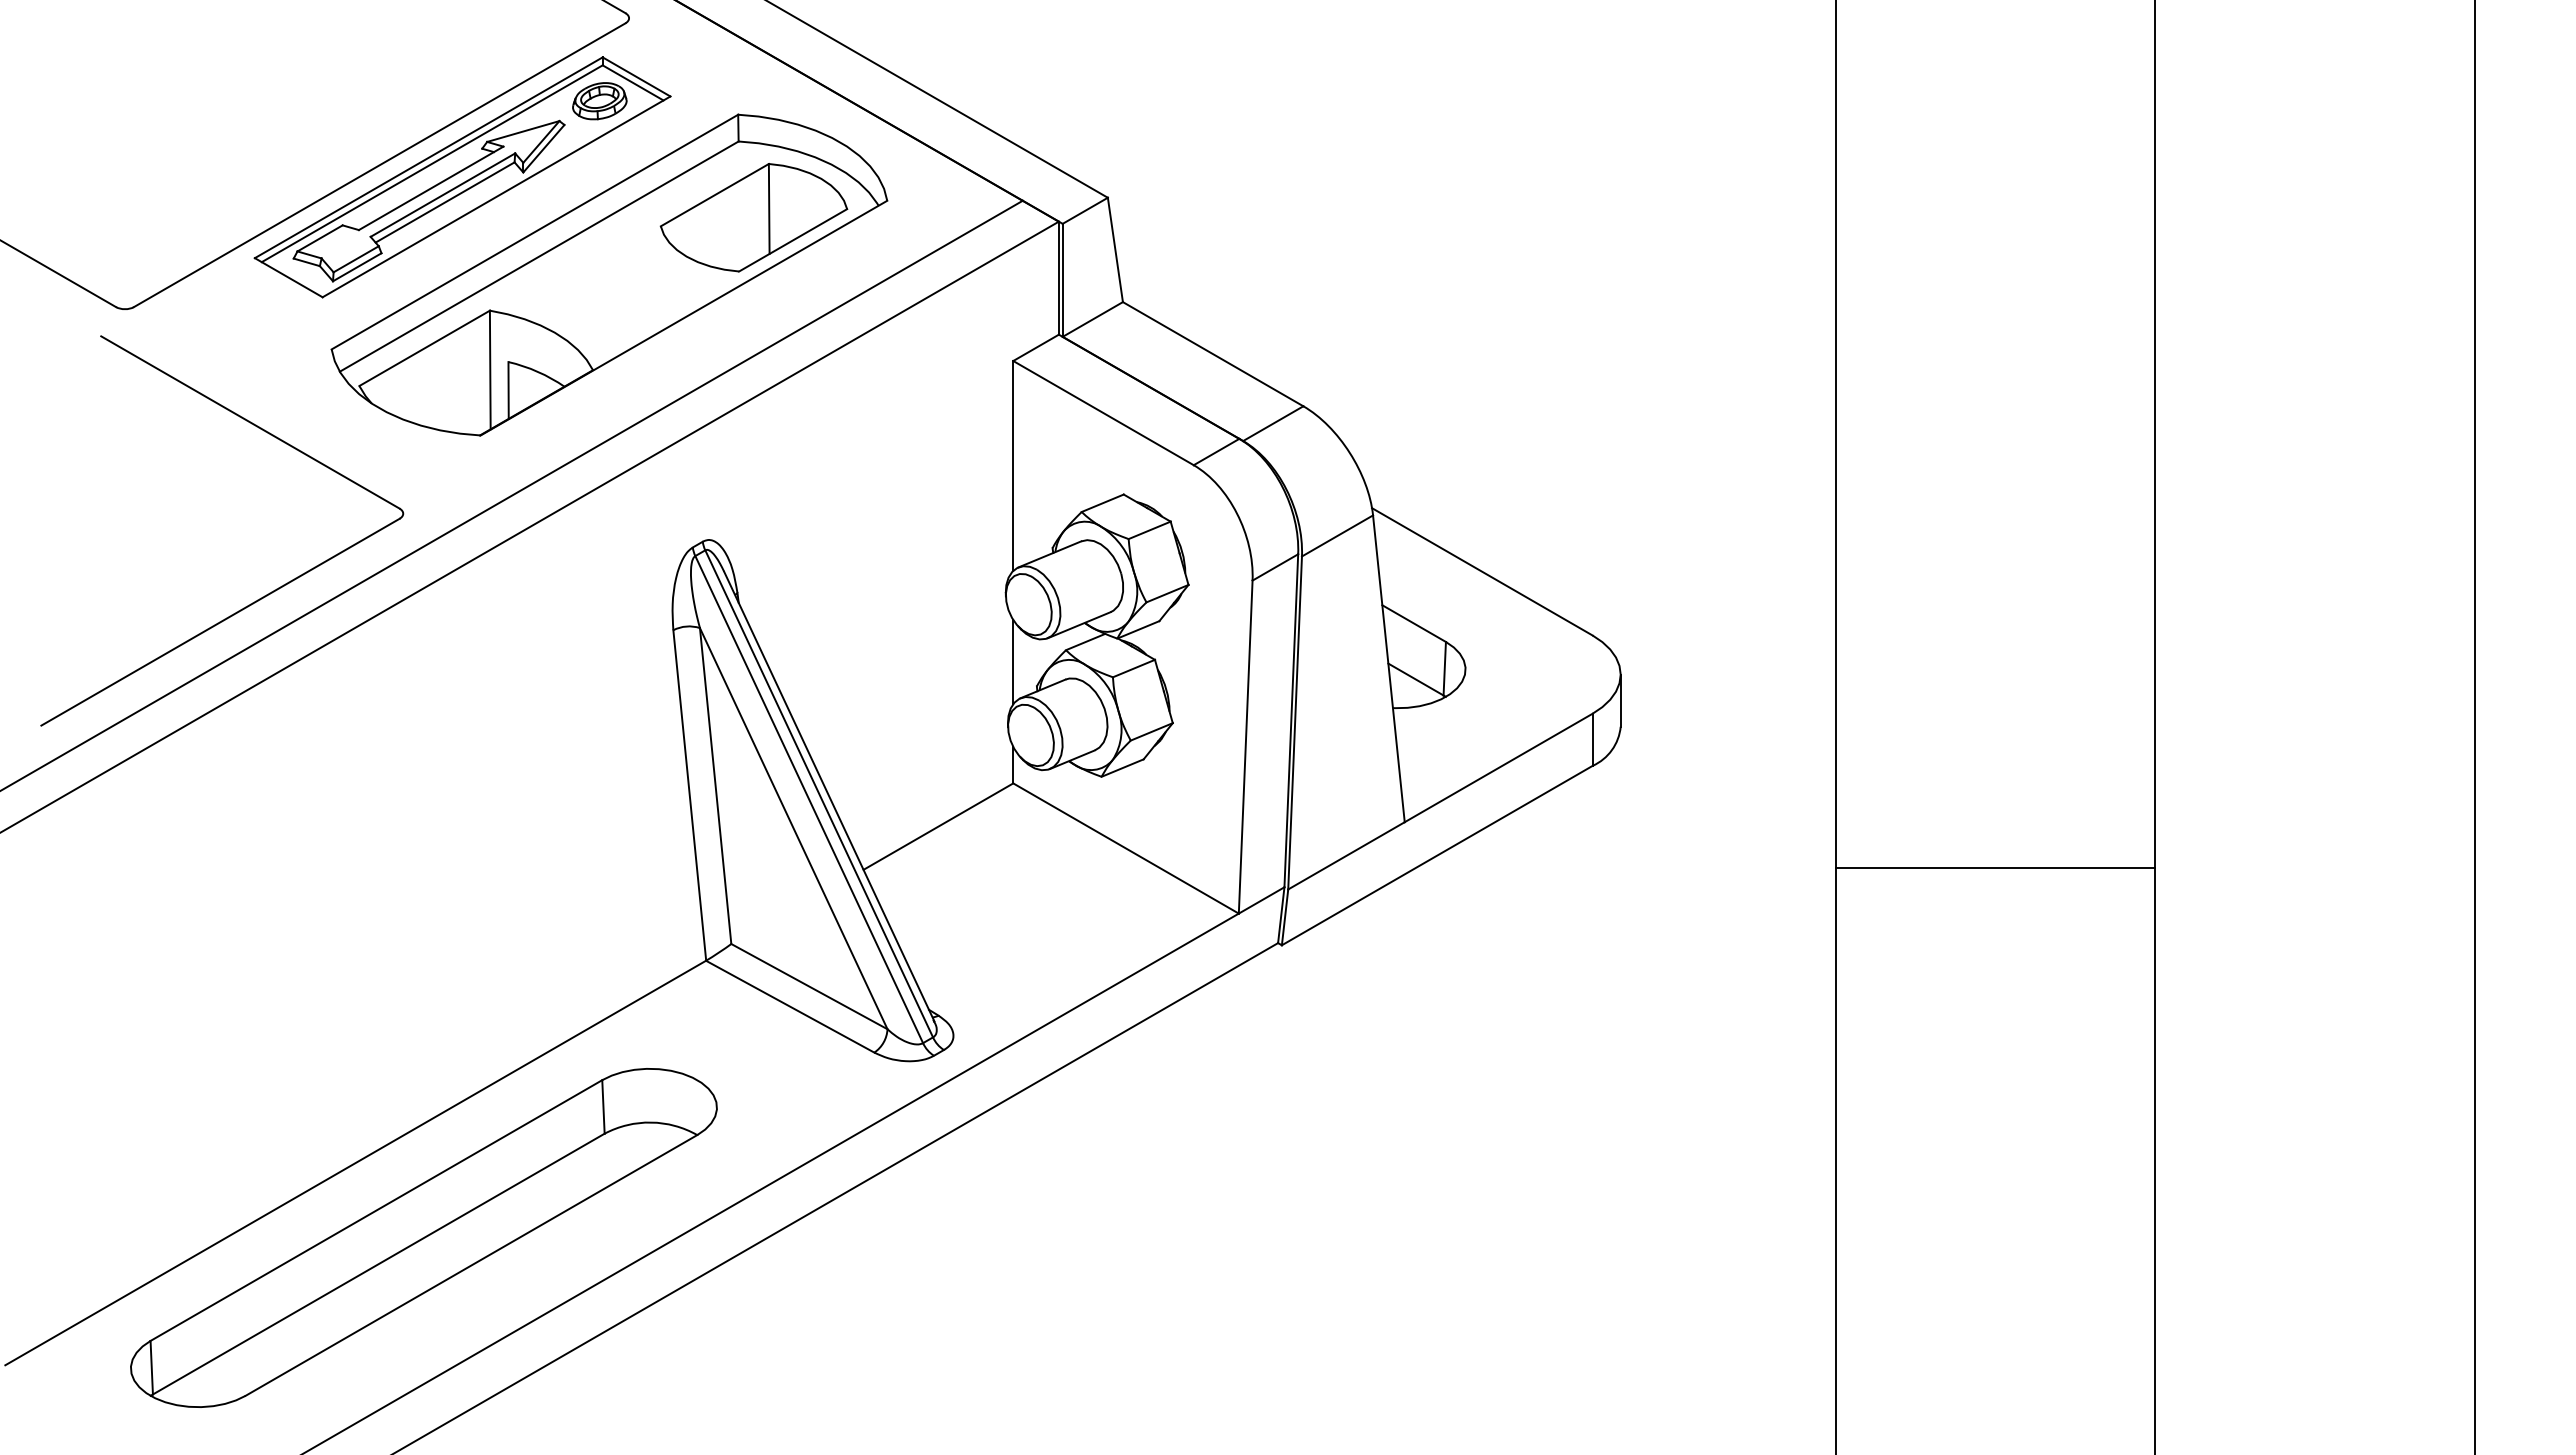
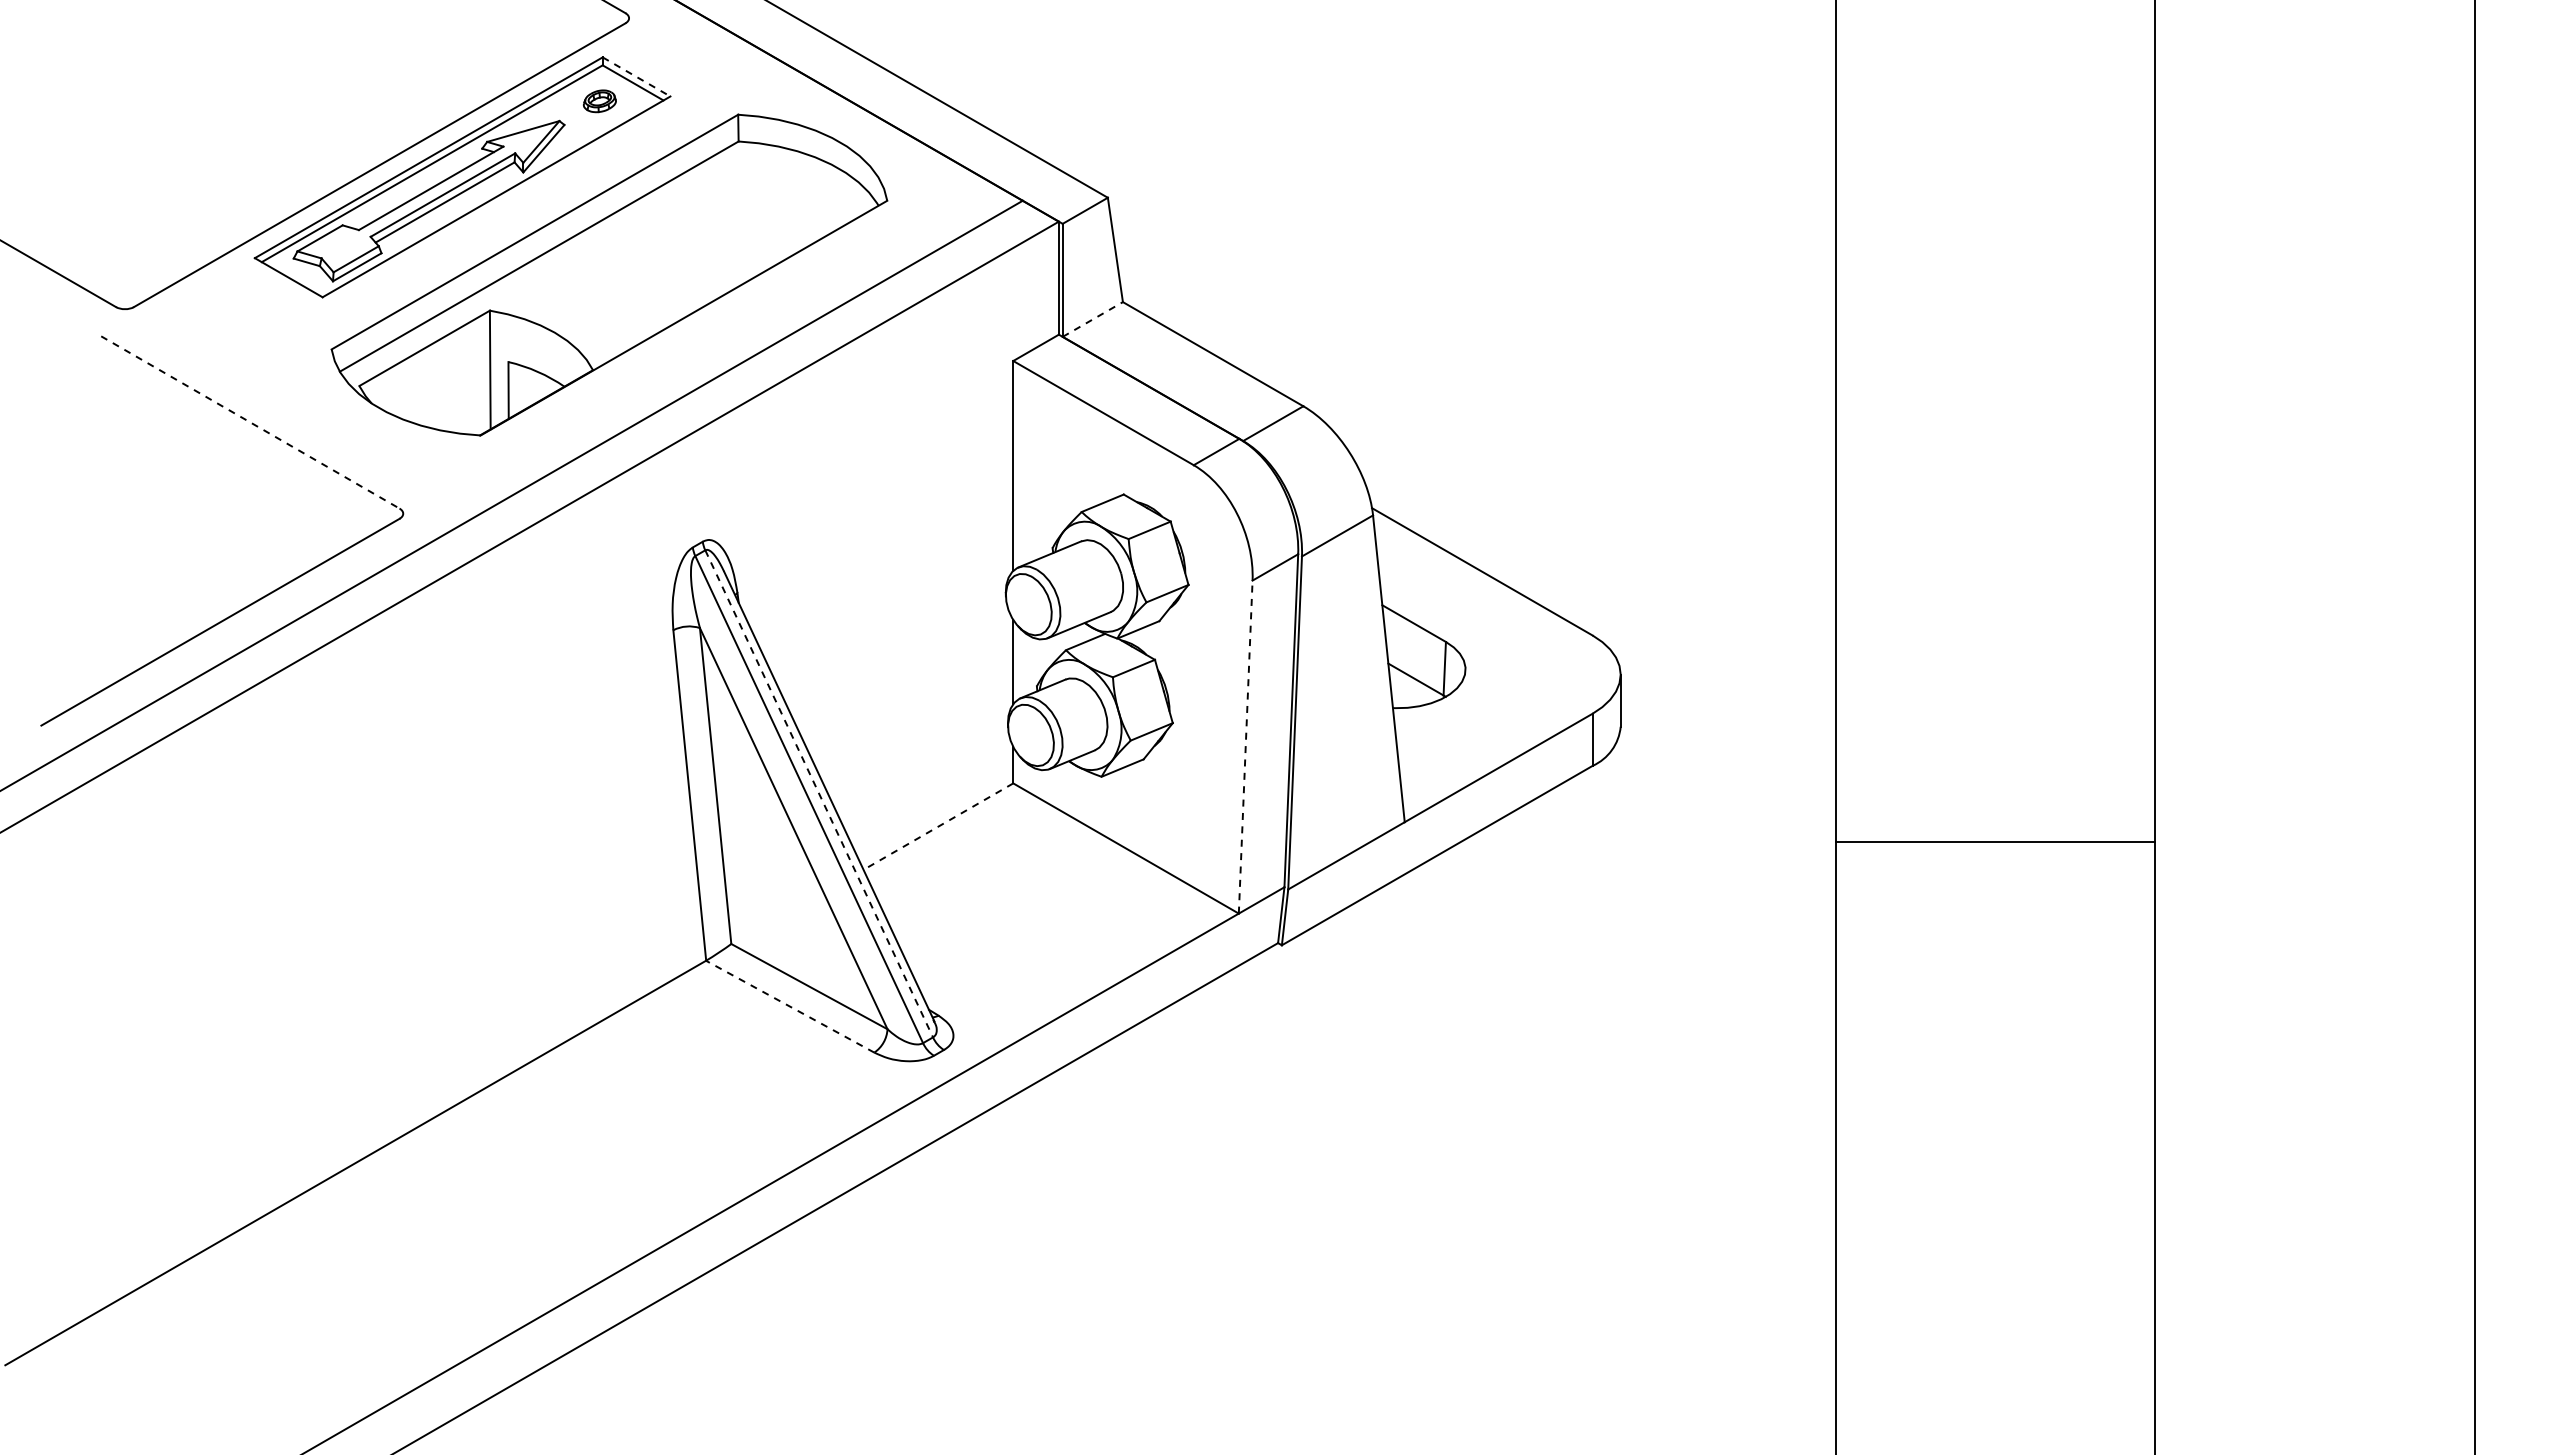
line at (637, 77): solid -> dashed
part at (599, 101) size: 56x39 px -> 34x25 px
part at (753, 217): present -> none
line at (1092, 319): solid -> dashed
line at (250, 422): solid -> dashed
line at (1245, 747): solid -> dashed
line at (819, 793): solid -> dashed
line at (938, 826): solid -> dashed
line at (1995, 868) position: (1995, 868) -> (1995, 842)
line at (790, 1006): solid -> dashed
part at (423, 1237): present -> none
